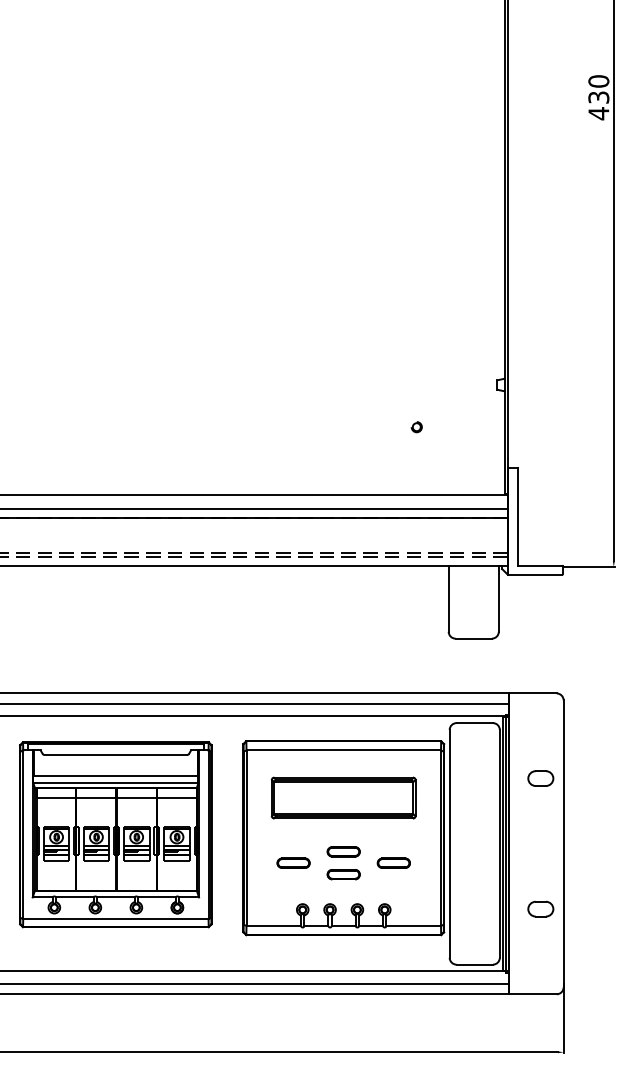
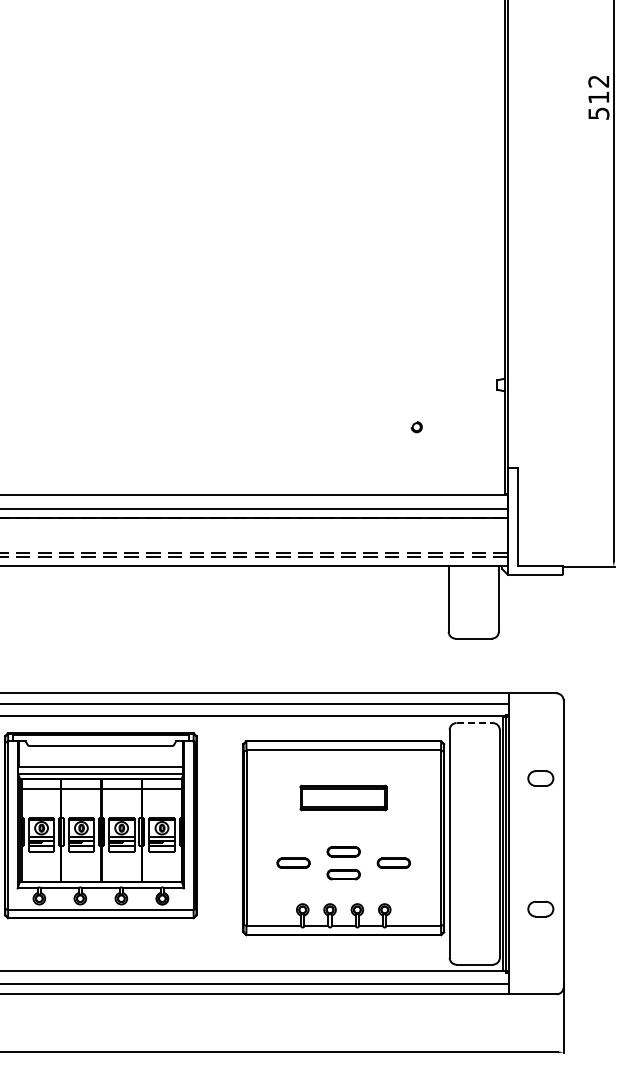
text at (598, 97): 430 -> 512
line at (475, 723): solid -> dashed
part at (343, 797) size: 147x44 px -> 89x28 px
part at (115, 834) position: (115, 834) -> (100, 825)
